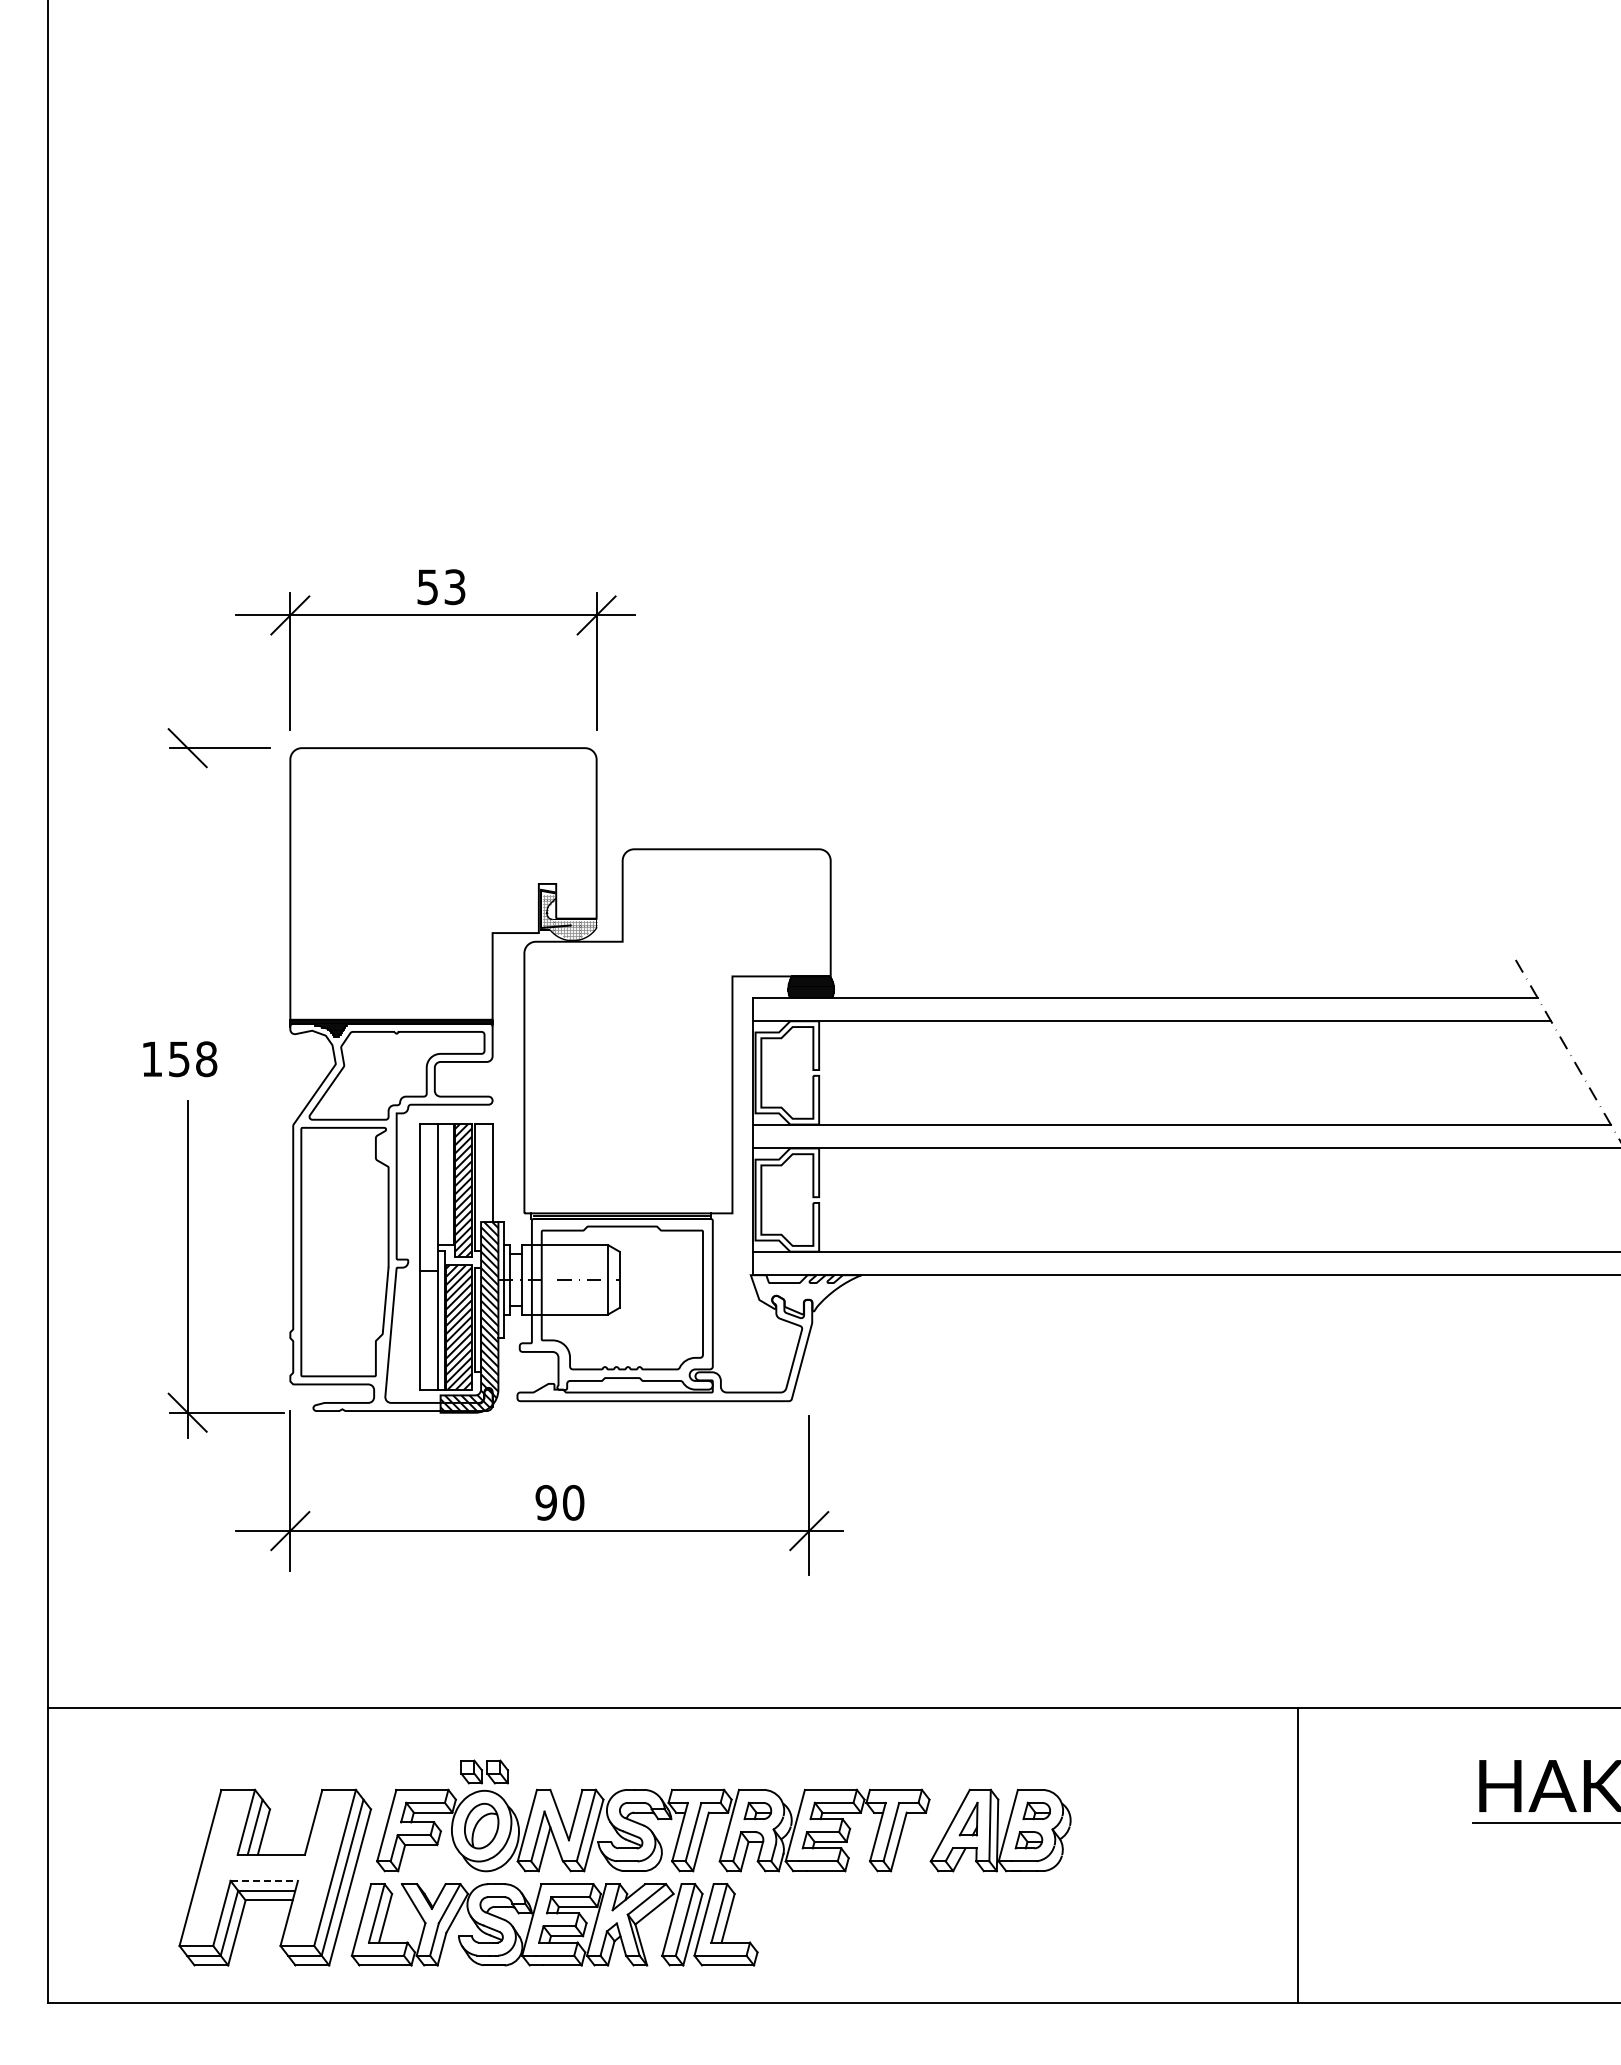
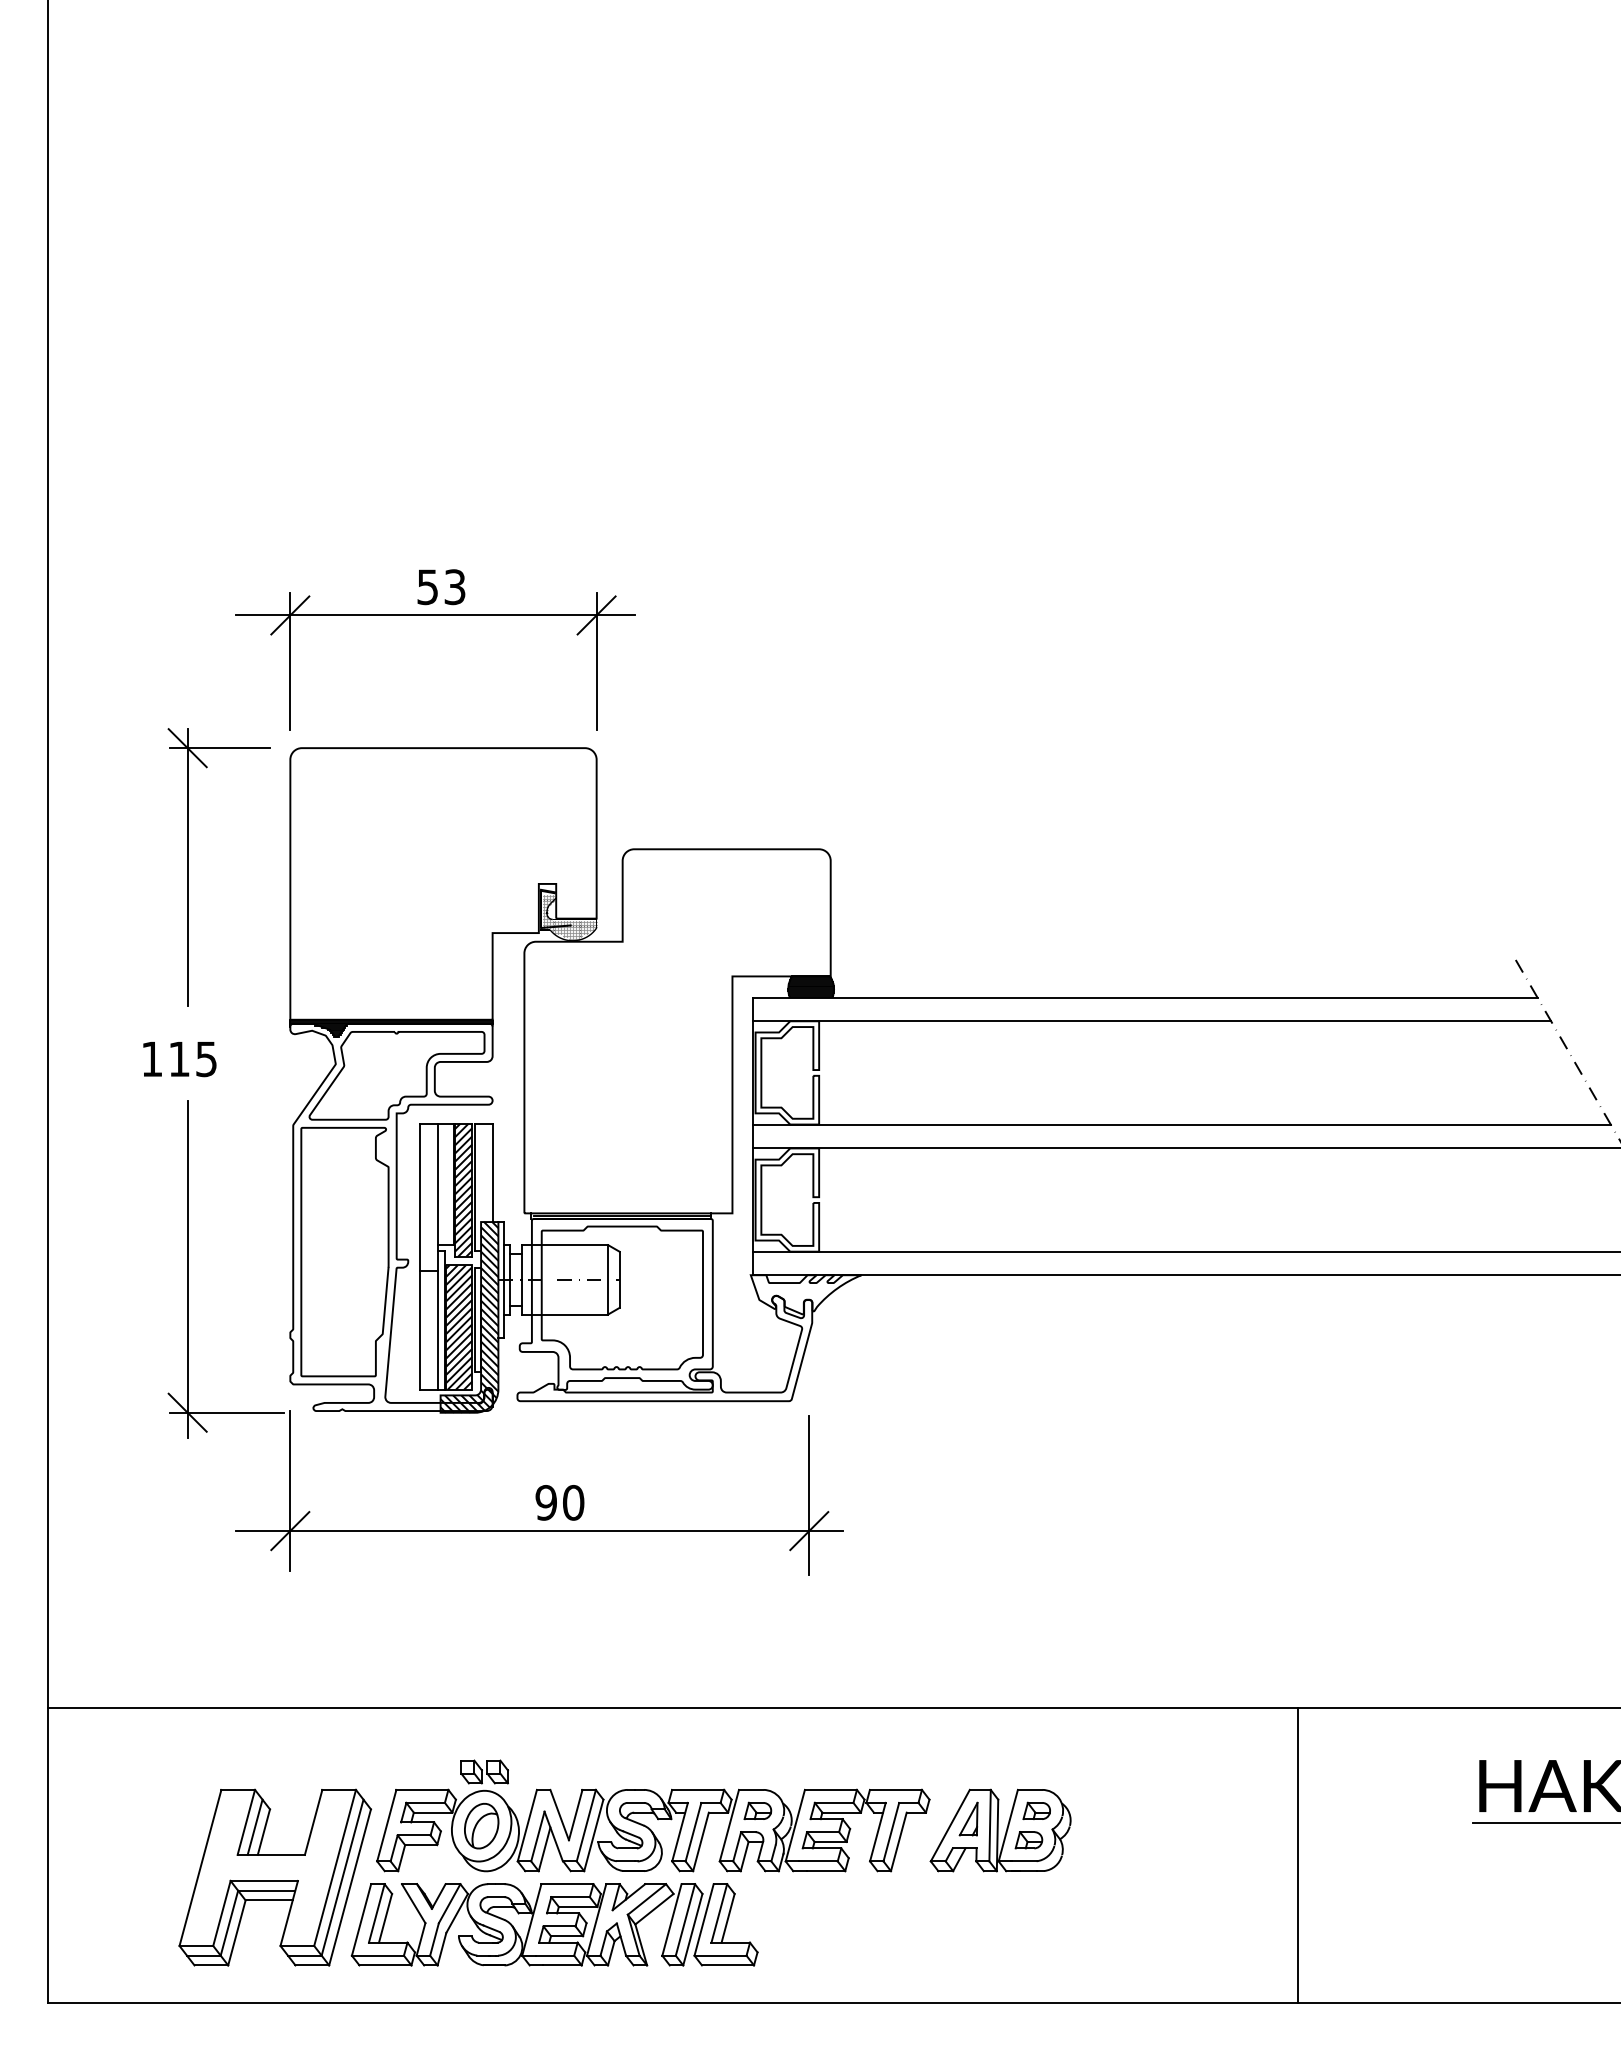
line at (187, 867): none -> present
text at (193, 1059): 158 -> 115
line at (264, 1880): dashed -> solid
